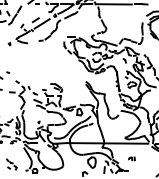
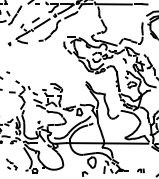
part at (131, 158) position: (131, 158) -> (140, 170)
